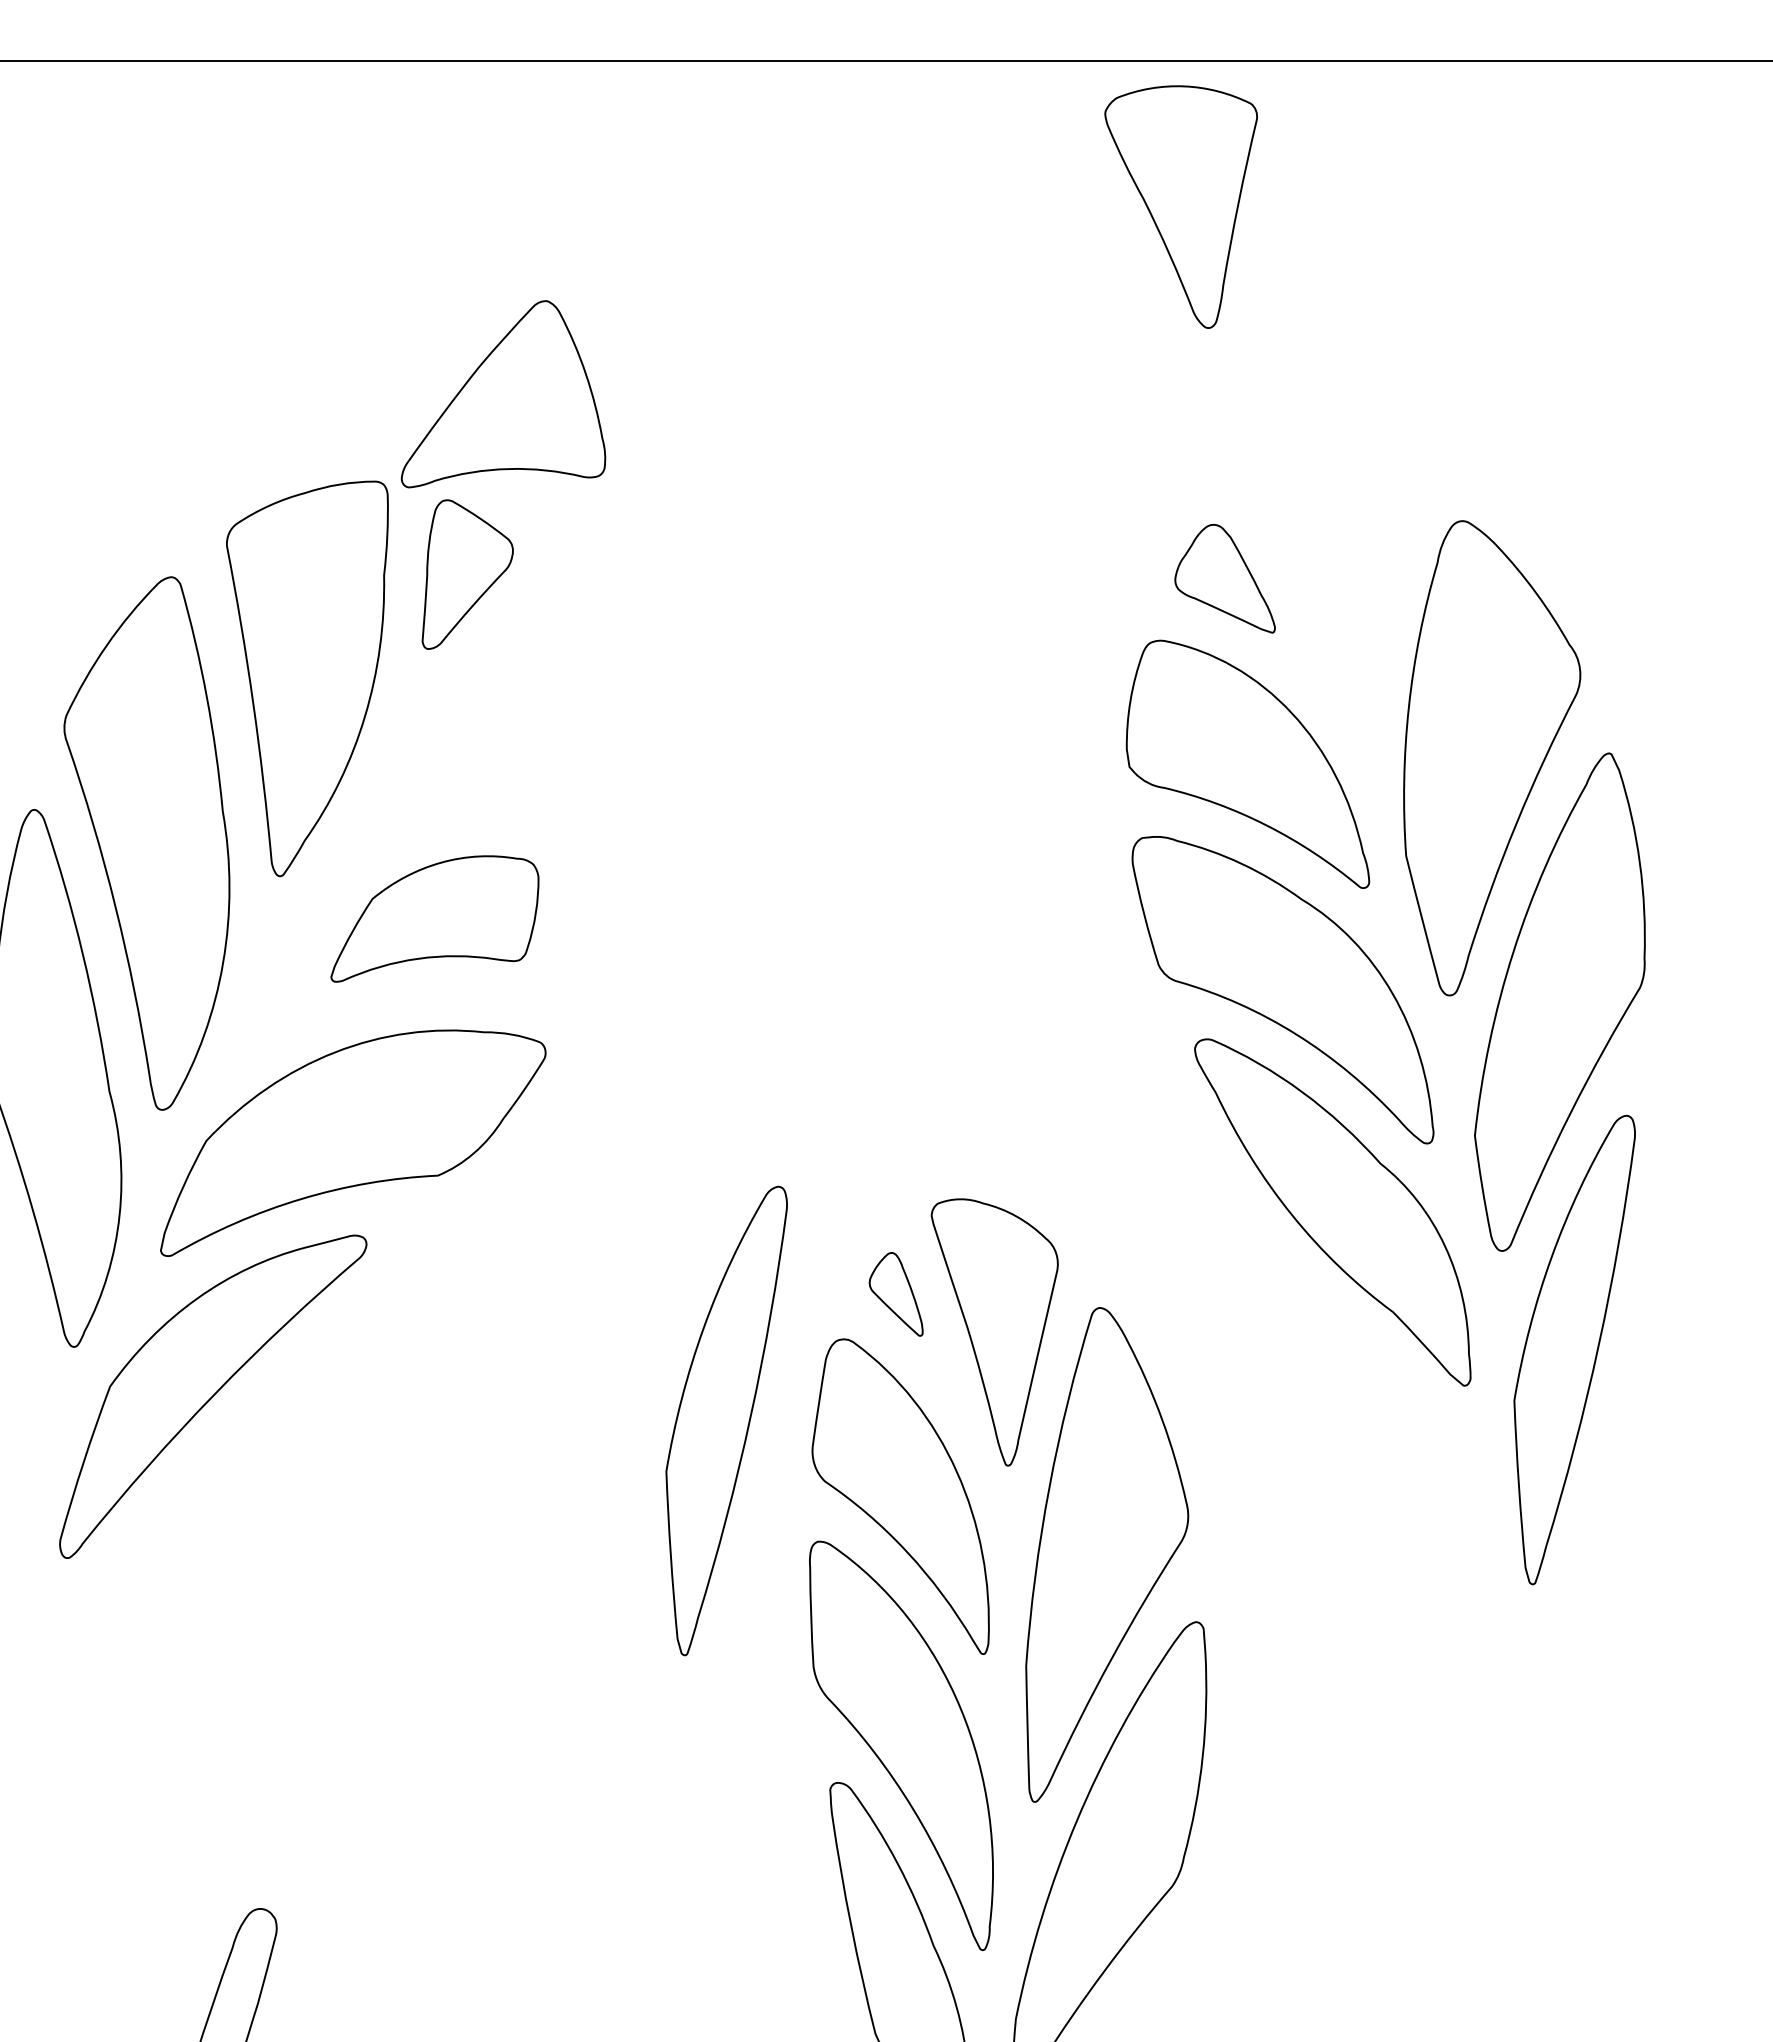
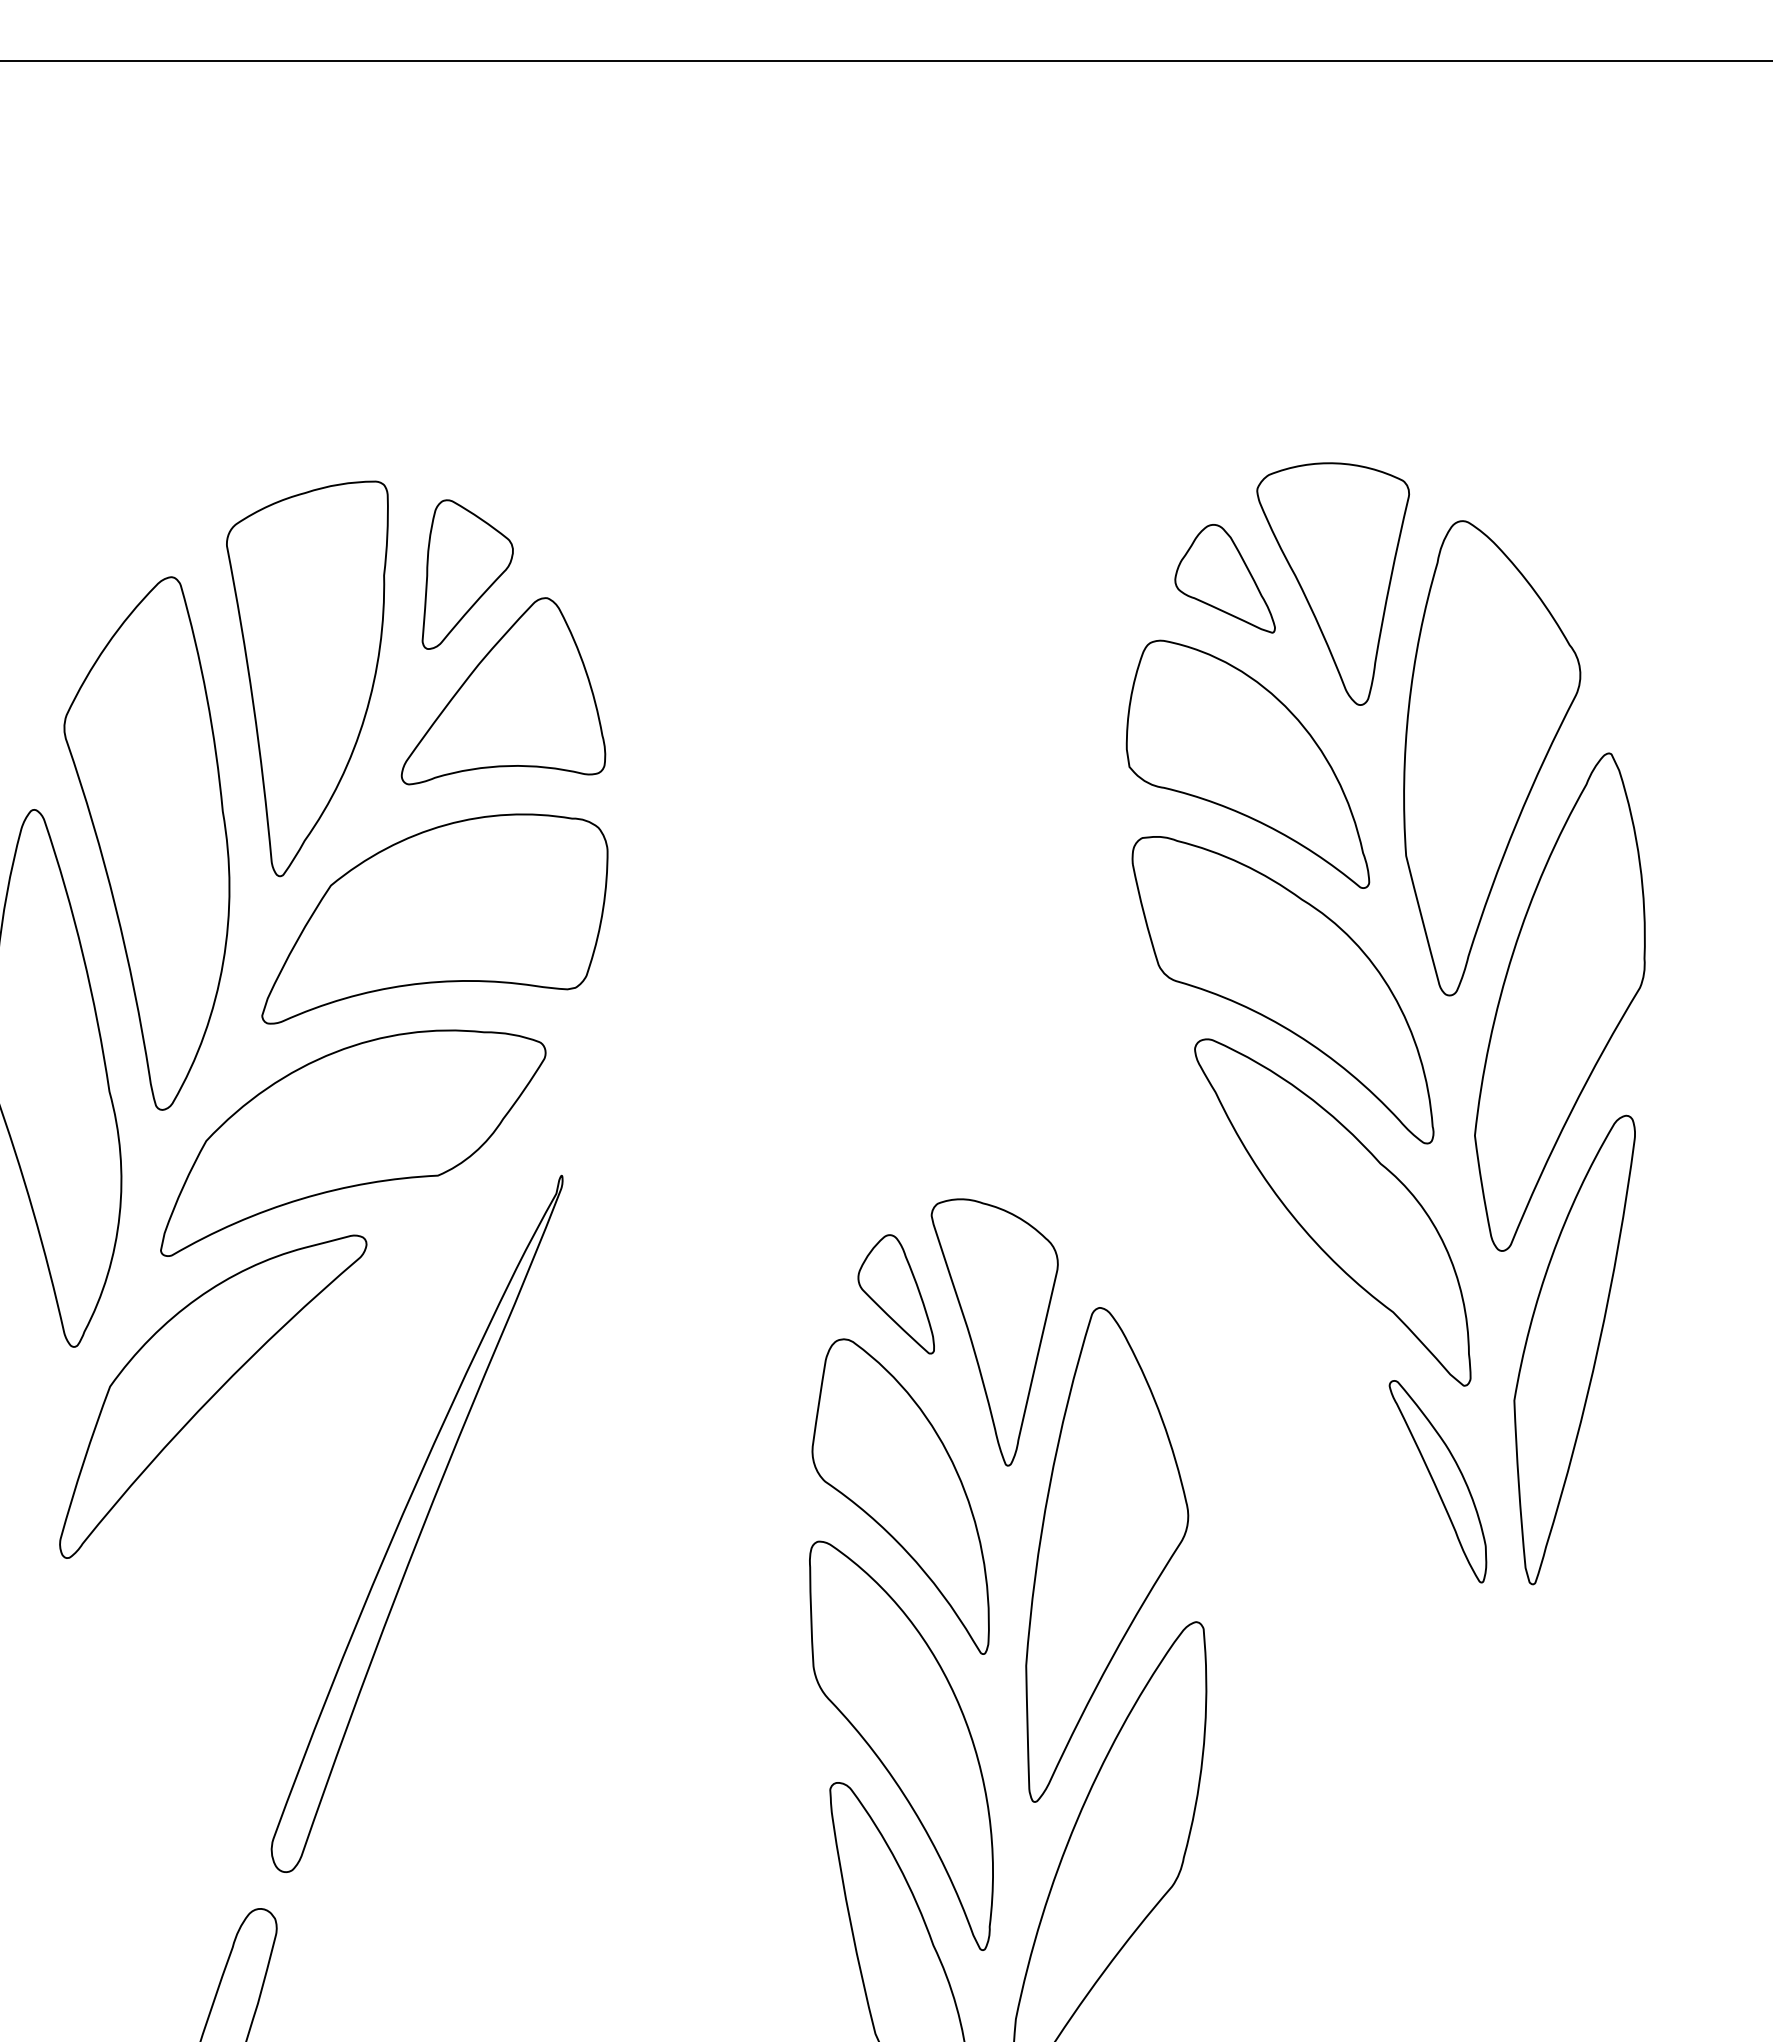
part at (1180, 206) position: (1180, 206) -> (1332, 583)
part at (503, 394) position: (503, 394) -> (503, 691)
part at (434, 918) size: 210x128 px -> 348x212 px
part at (895, 1294) size: 56x85 px -> 78x121 px
part at (726, 1420): present -> none
part at (1437, 1481): none -> present
part at (416, 1523): none -> present
